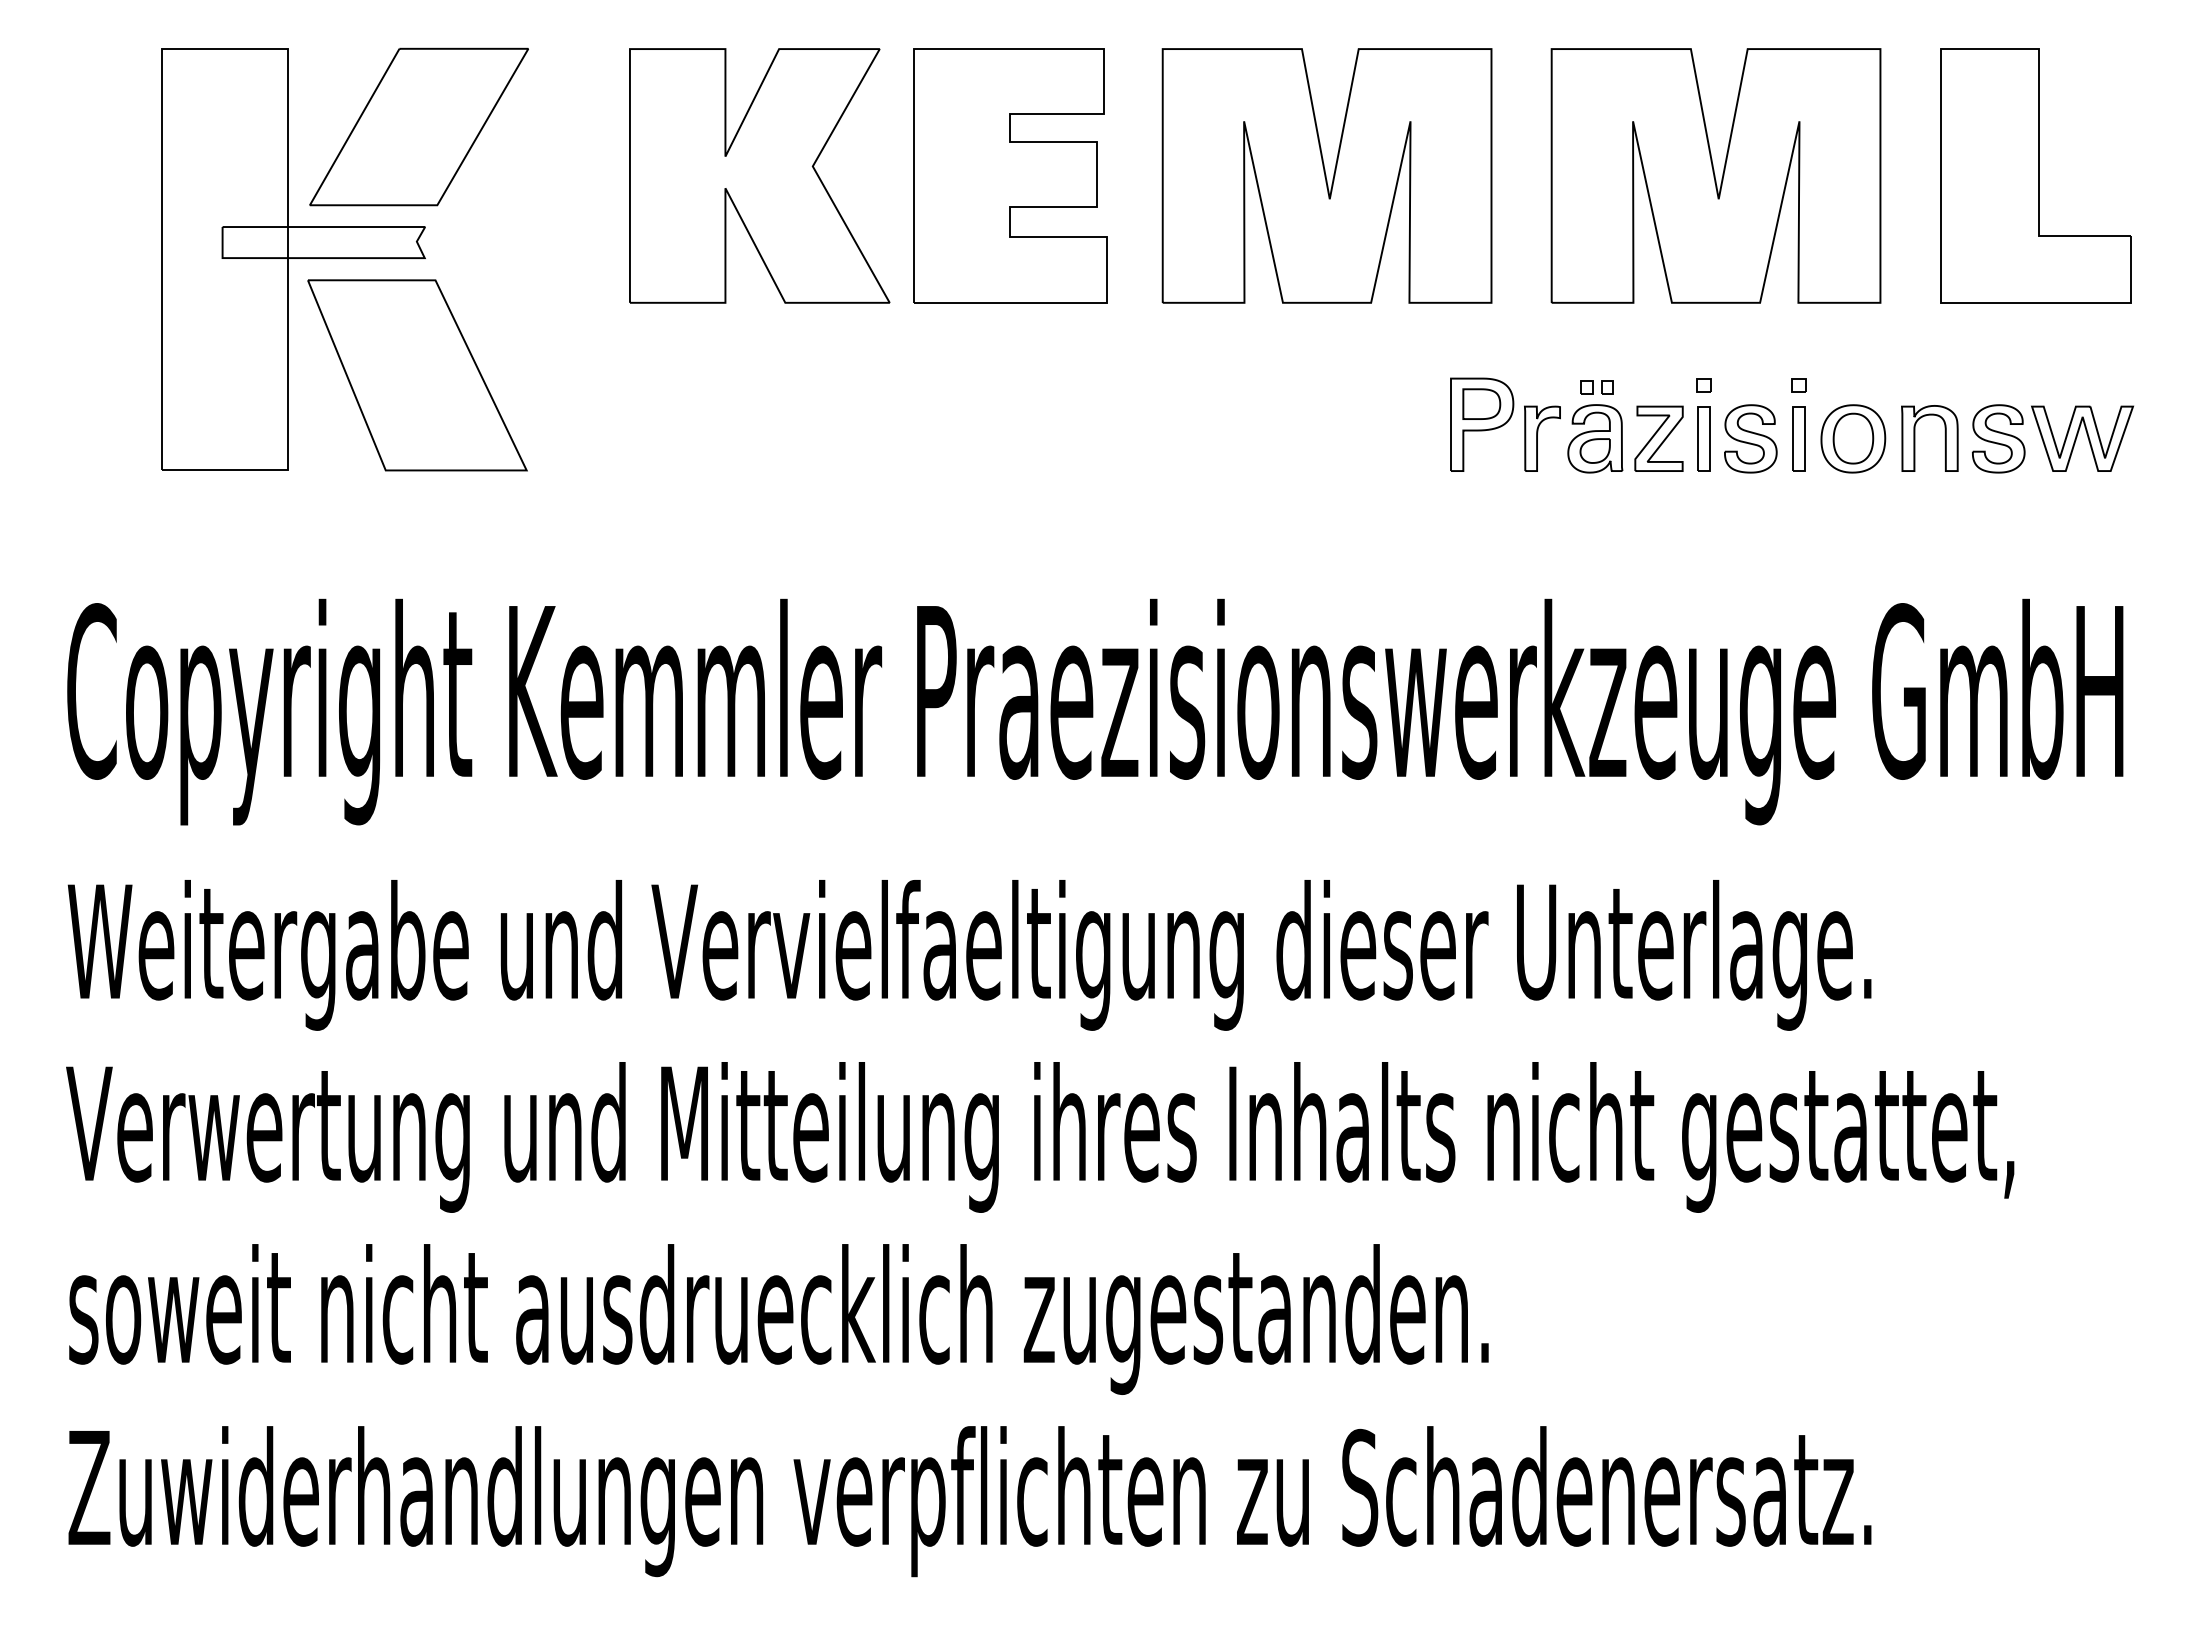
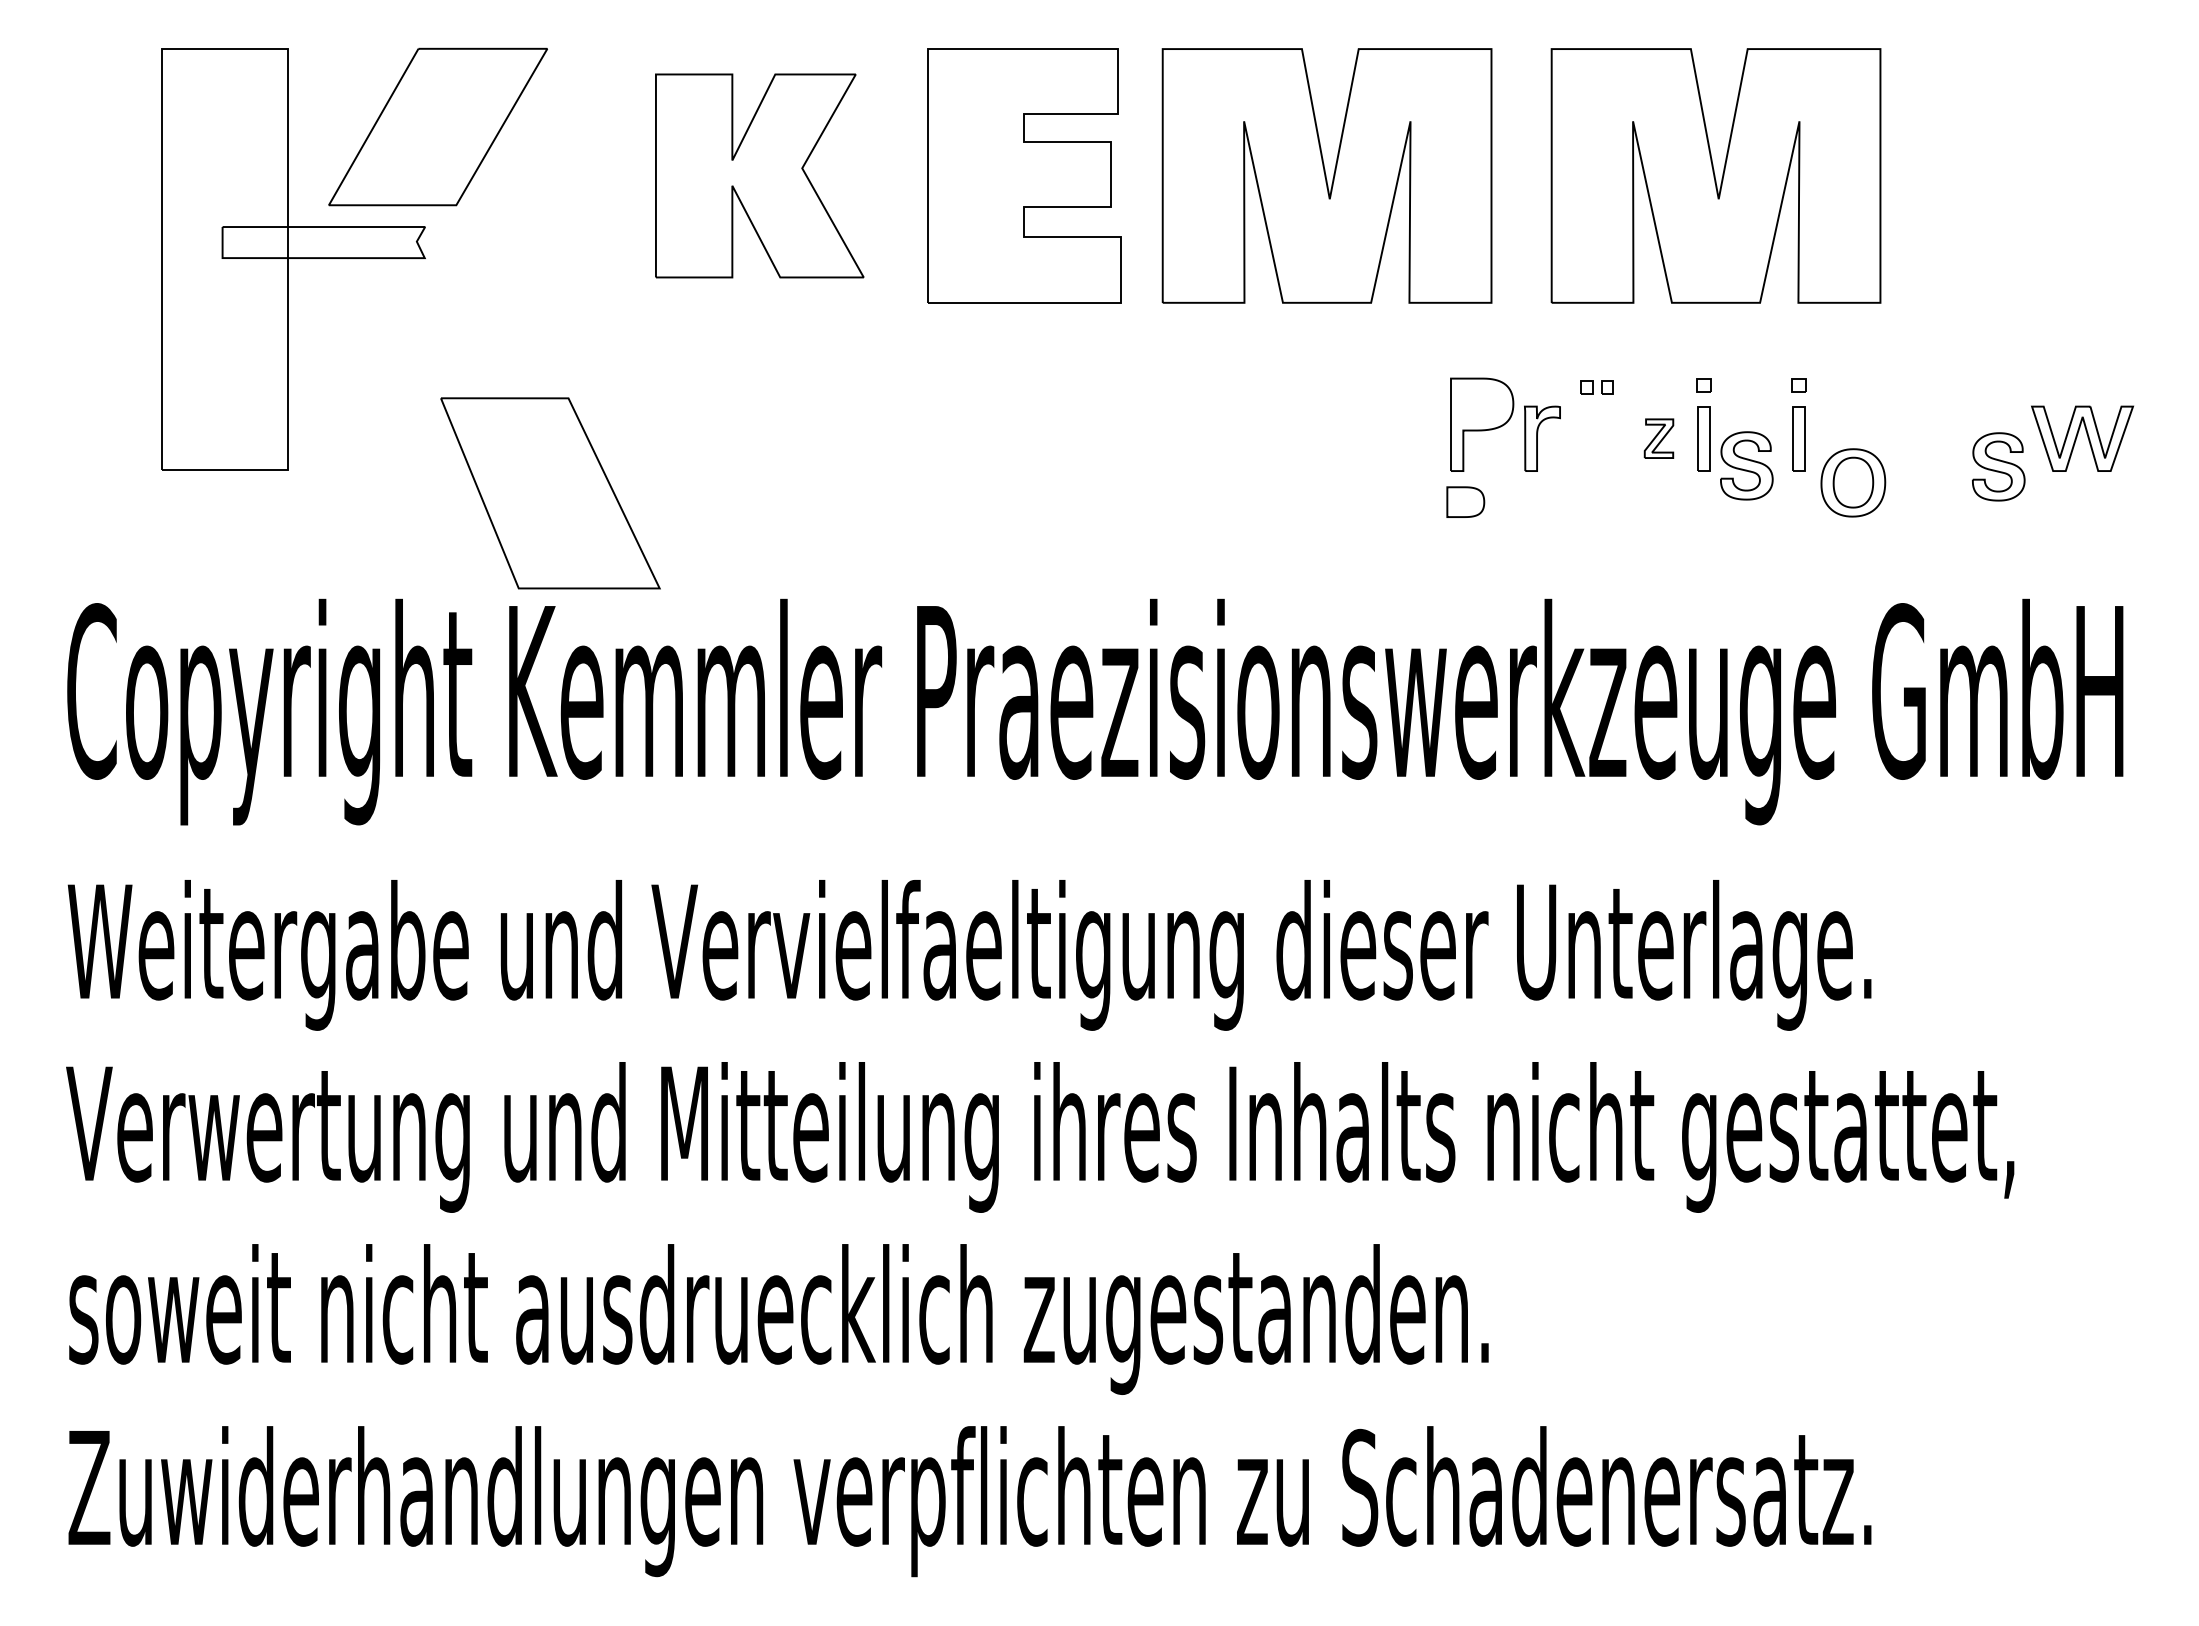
part at (418, 126) position: (418, 126) -> (437, 126)
part at (759, 175) size: 262x256 px -> 210x206 px
part at (1010, 175) position: (1010, 175) -> (1024, 175)
part at (2035, 175): present -> none
part at (417, 375) position: (417, 375) -> (550, 493)
part at (1481, 403) position: (1481, 403) -> (1465, 501)
part at (1595, 438): present -> none
part at (1658, 438) size: 50x67 px -> 32x41 px
part at (1750, 438) position: (1750, 438) -> (1746, 465)
part at (1853, 438) position: (1853, 438) -> (1853, 482)
part at (1915, 438): present -> none
part at (1998, 438) position: (1998, 438) -> (1998, 466)
